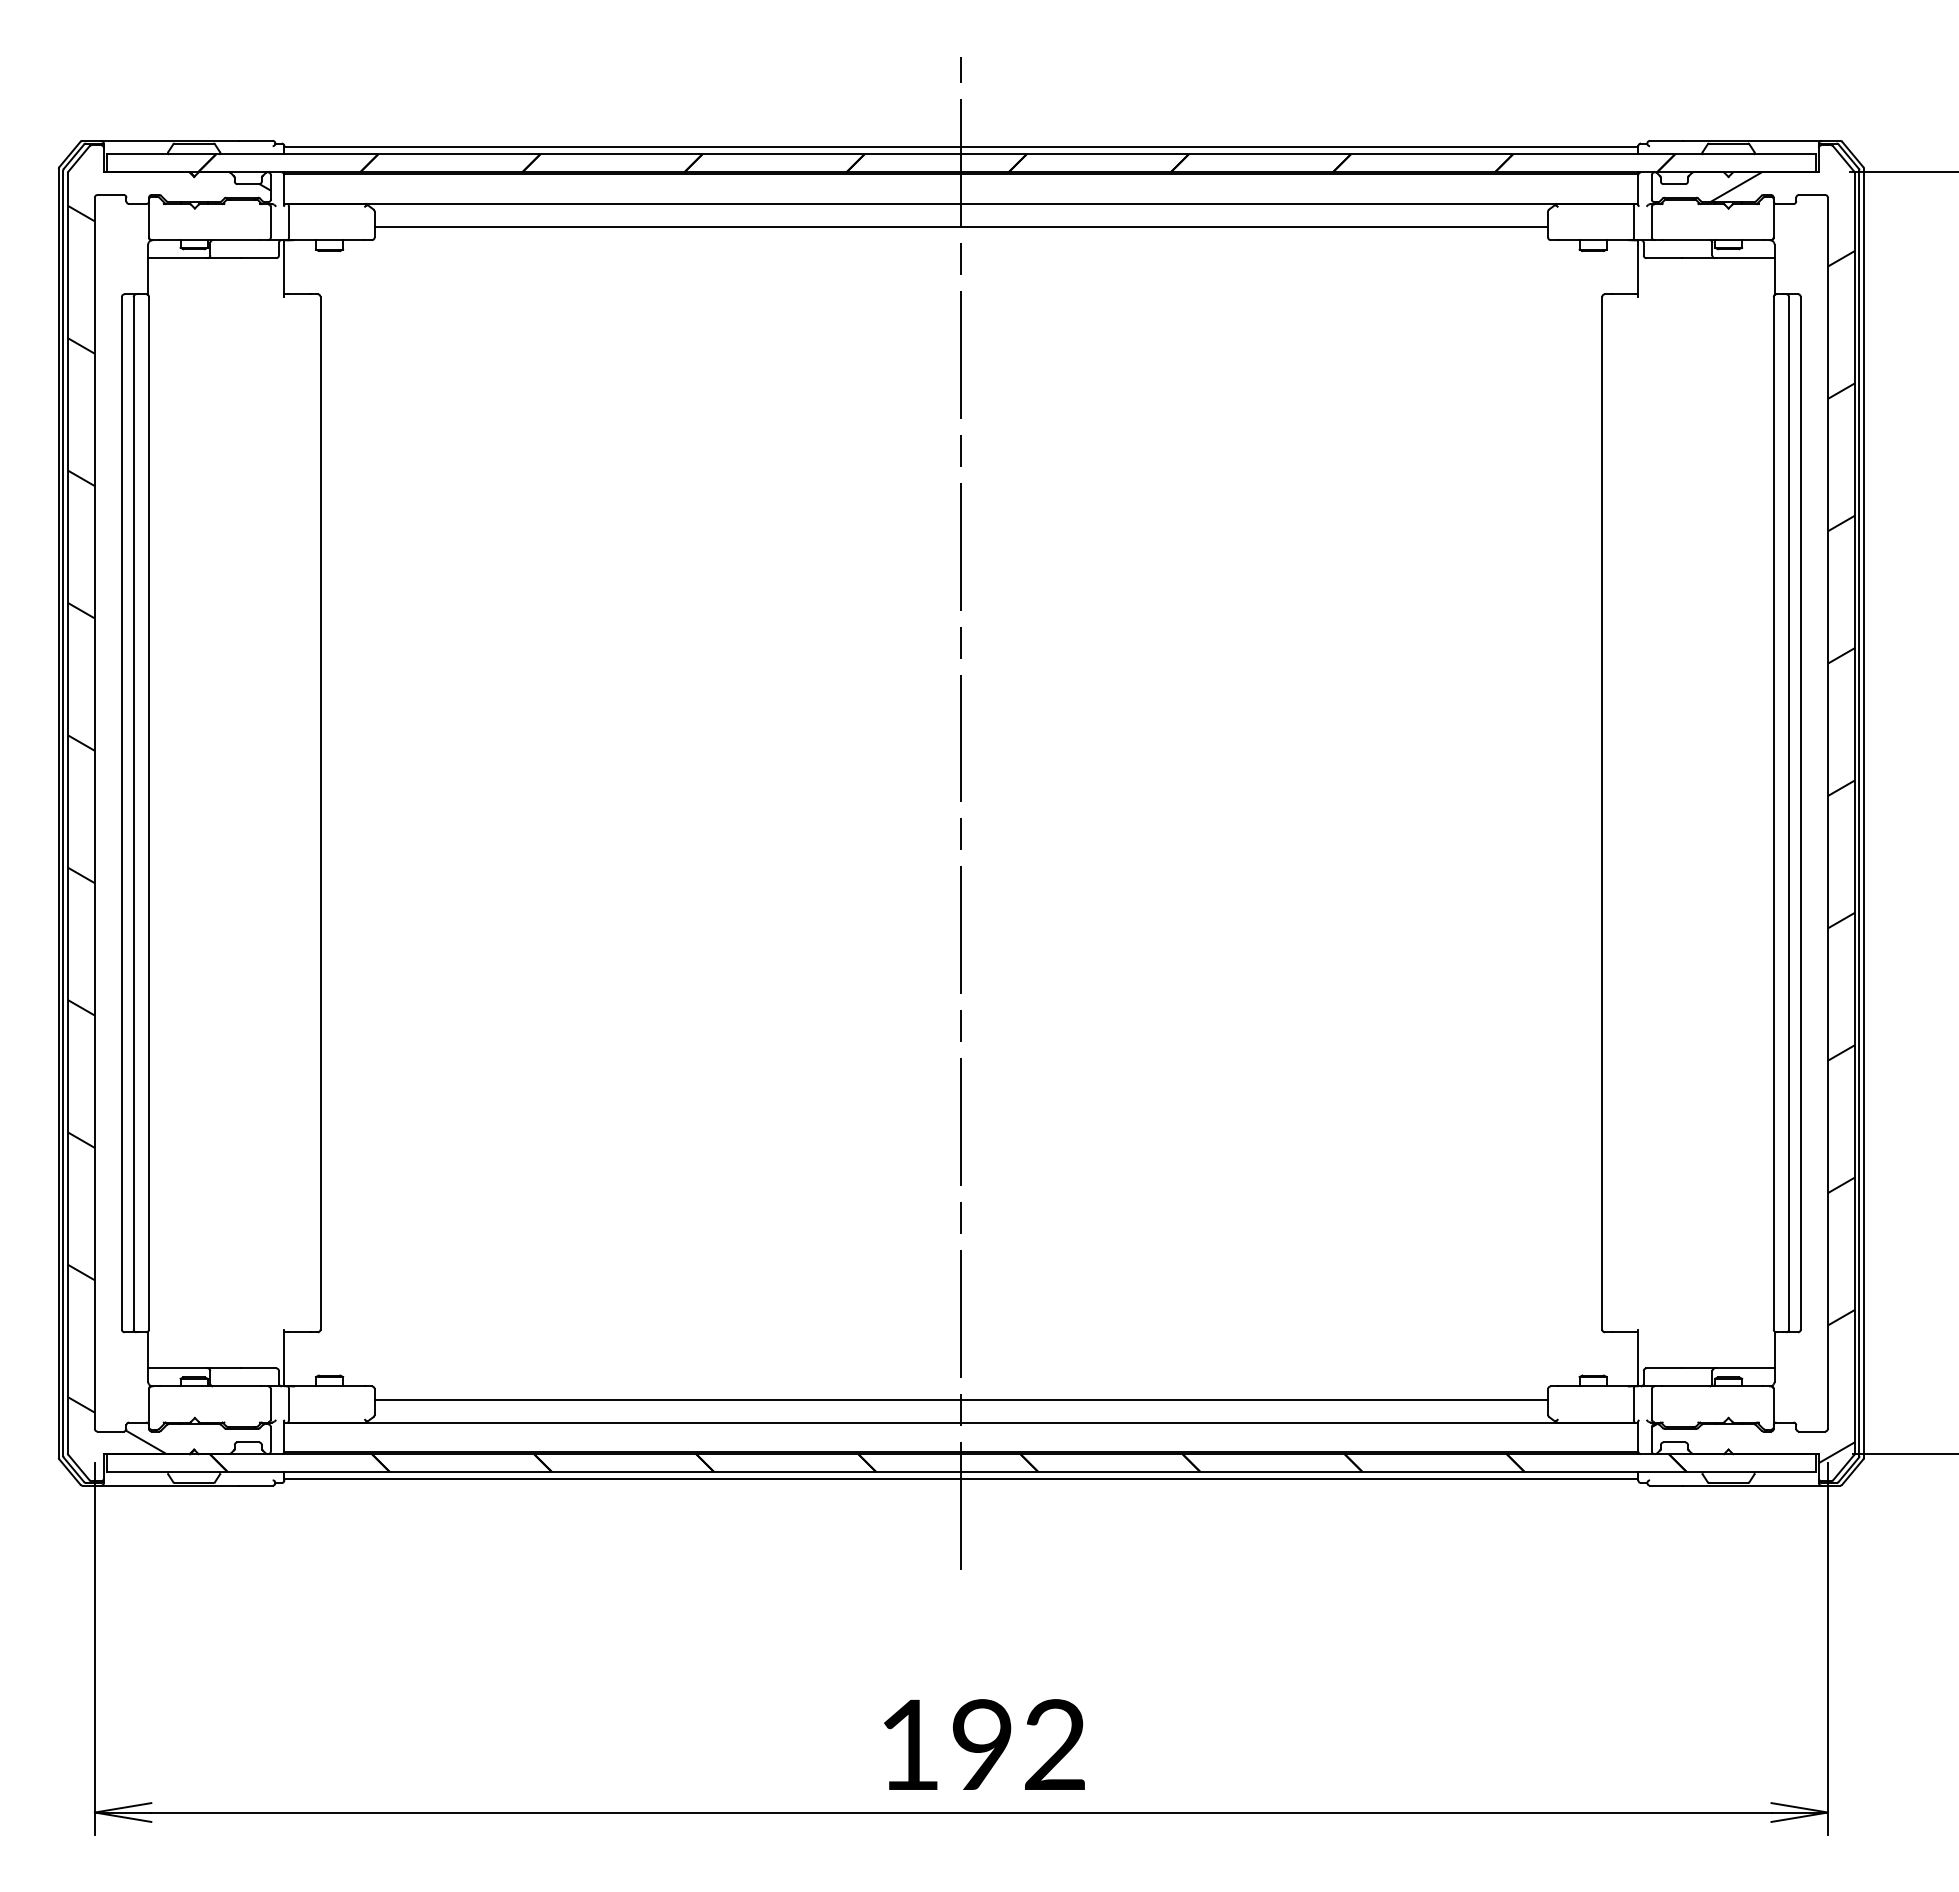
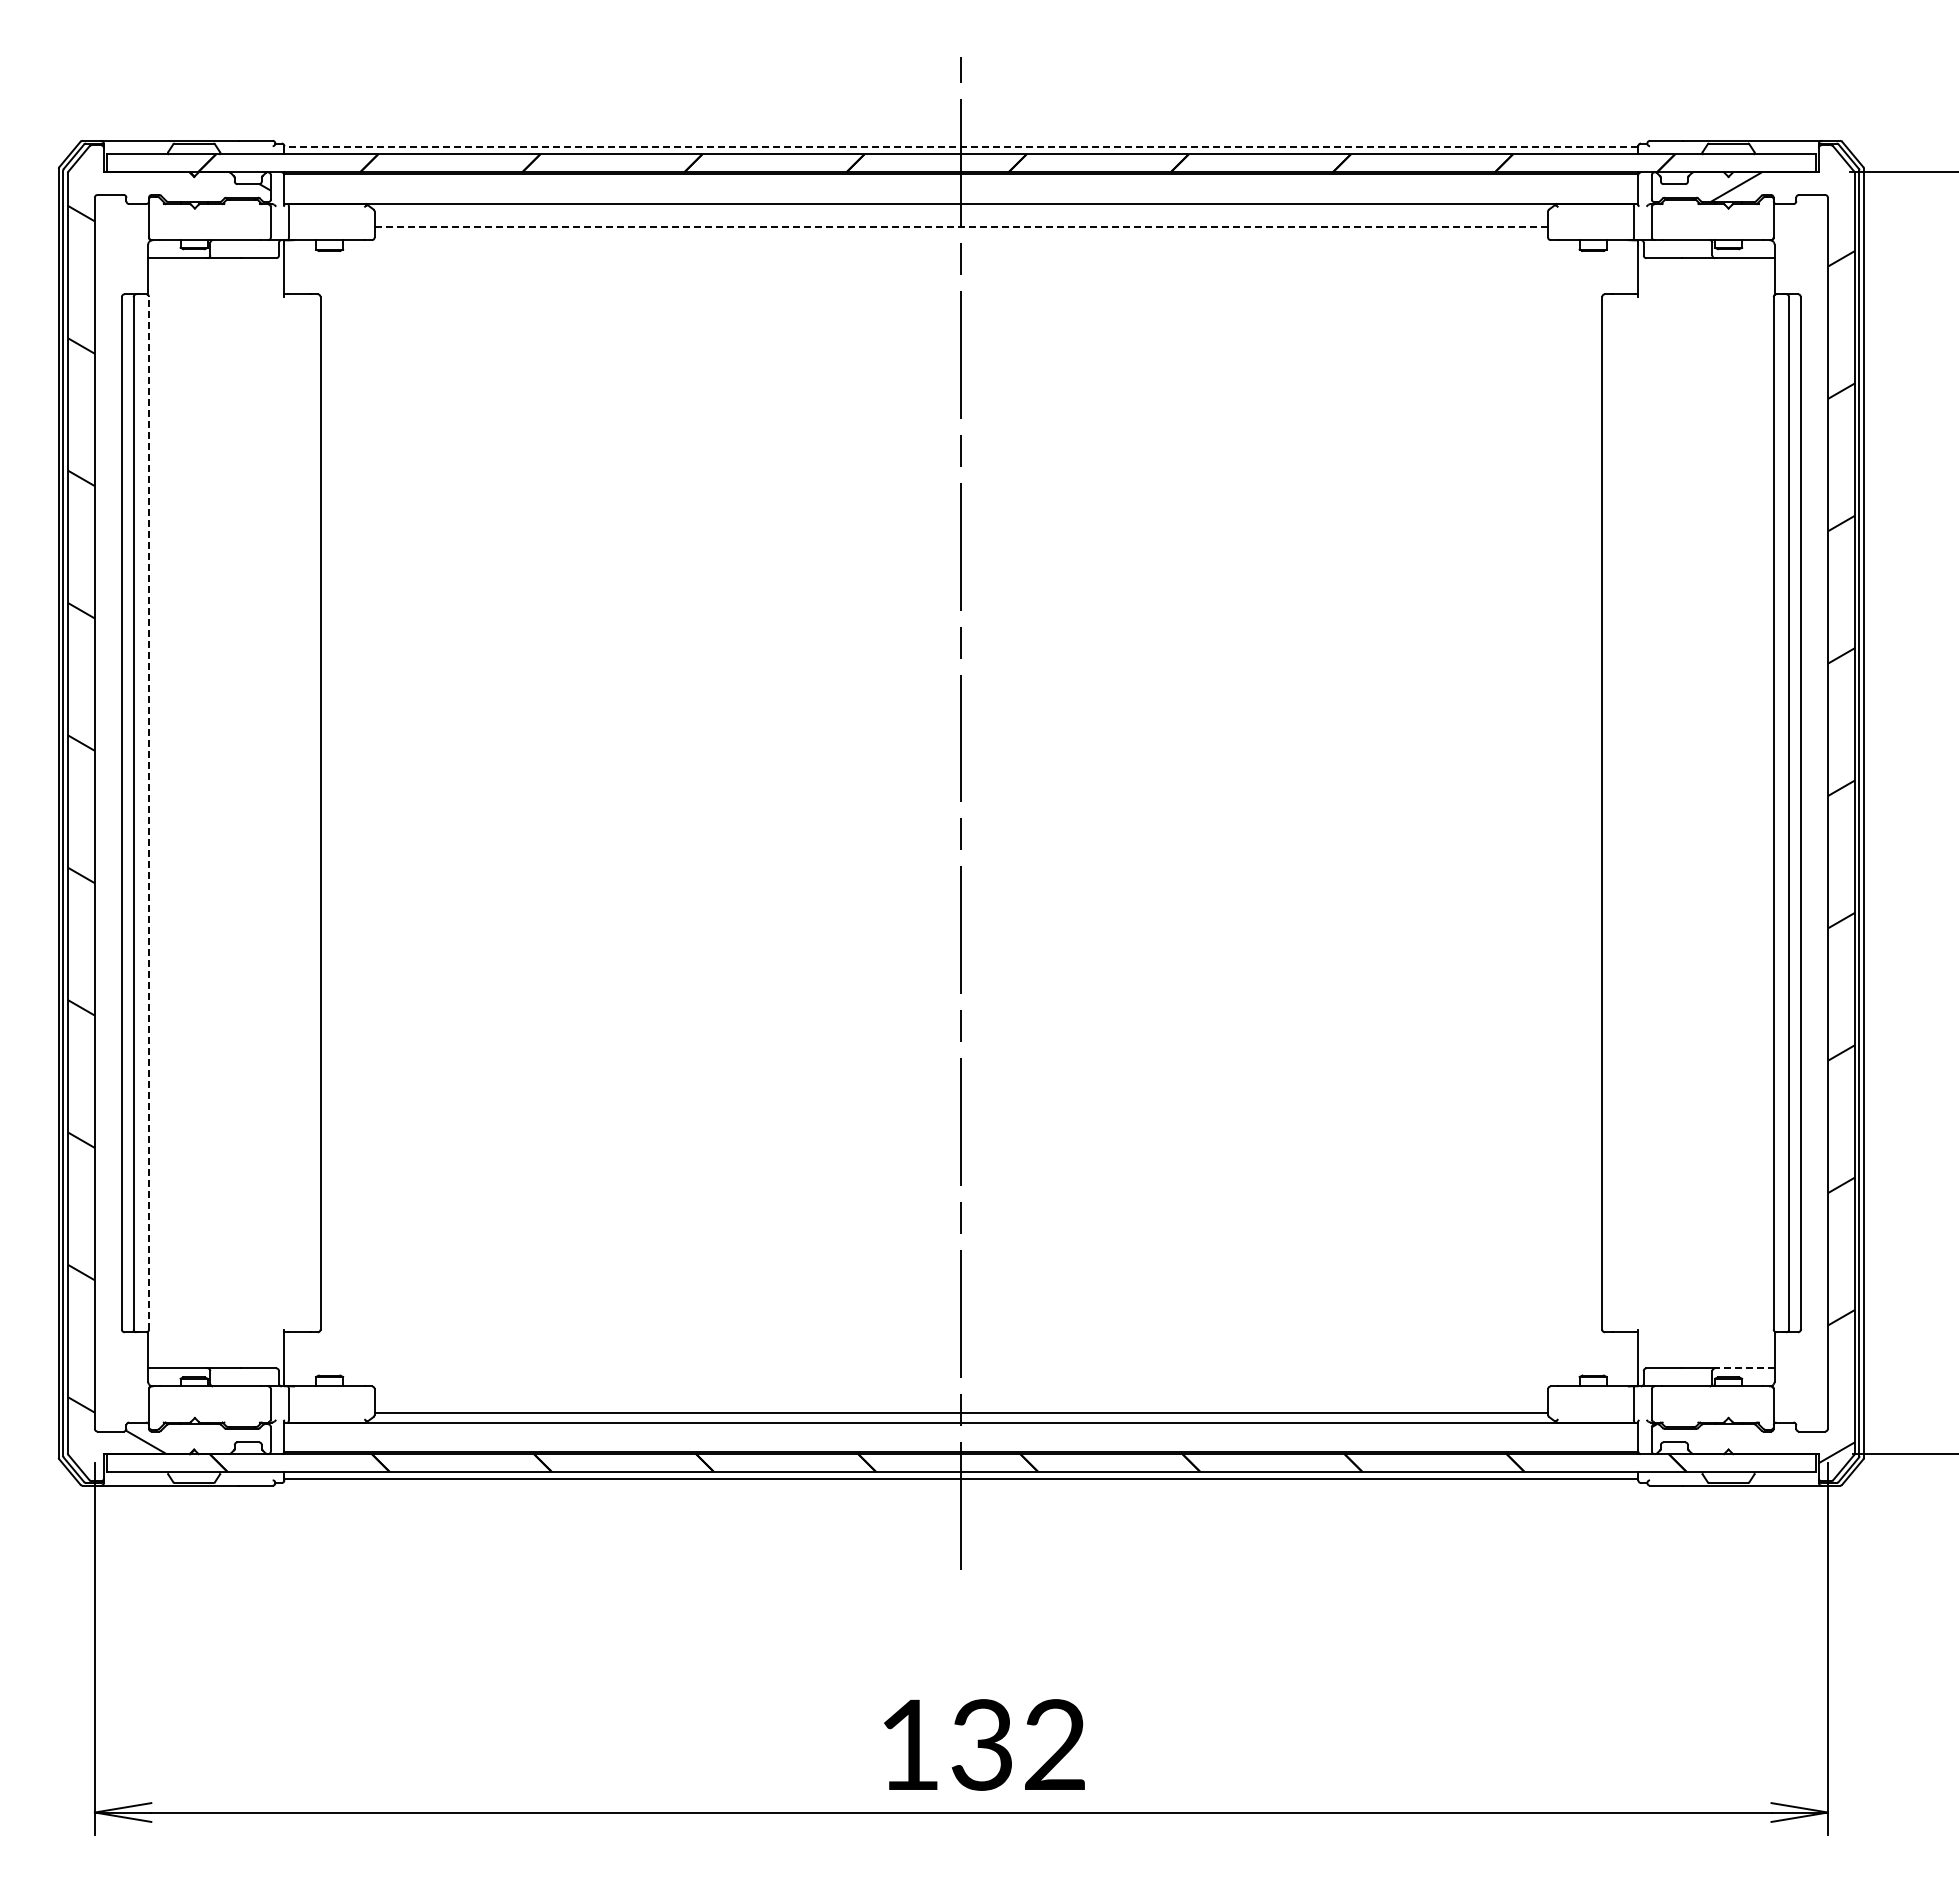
line at (961, 147): solid -> dashed
line at (961, 226): solid -> dashed
line at (149, 812): solid -> dashed
line at (1745, 1368): solid -> dashed
line at (961, 1399) position: (961, 1399) -> (961, 1412)
text at (981, 1744): 192 -> 132
